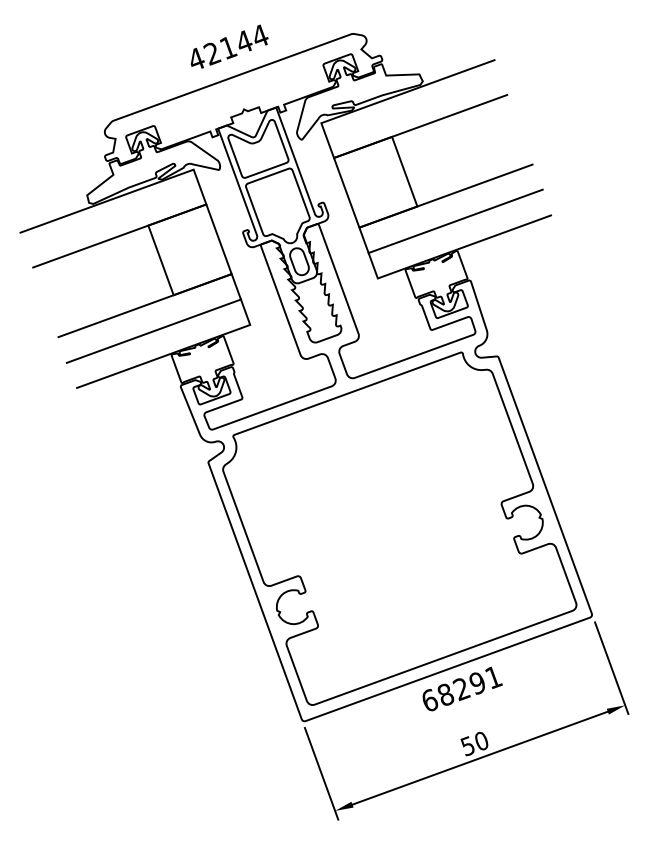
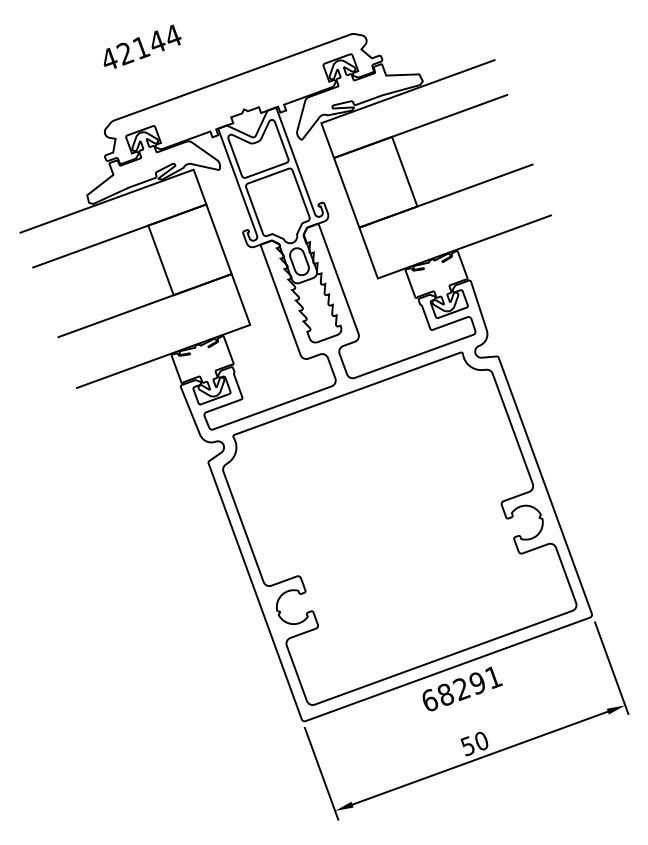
text at (229, 46) position: (229, 46) -> (142, 46)
line at (455, 221): present -> none
line at (153, 330): present -> none
